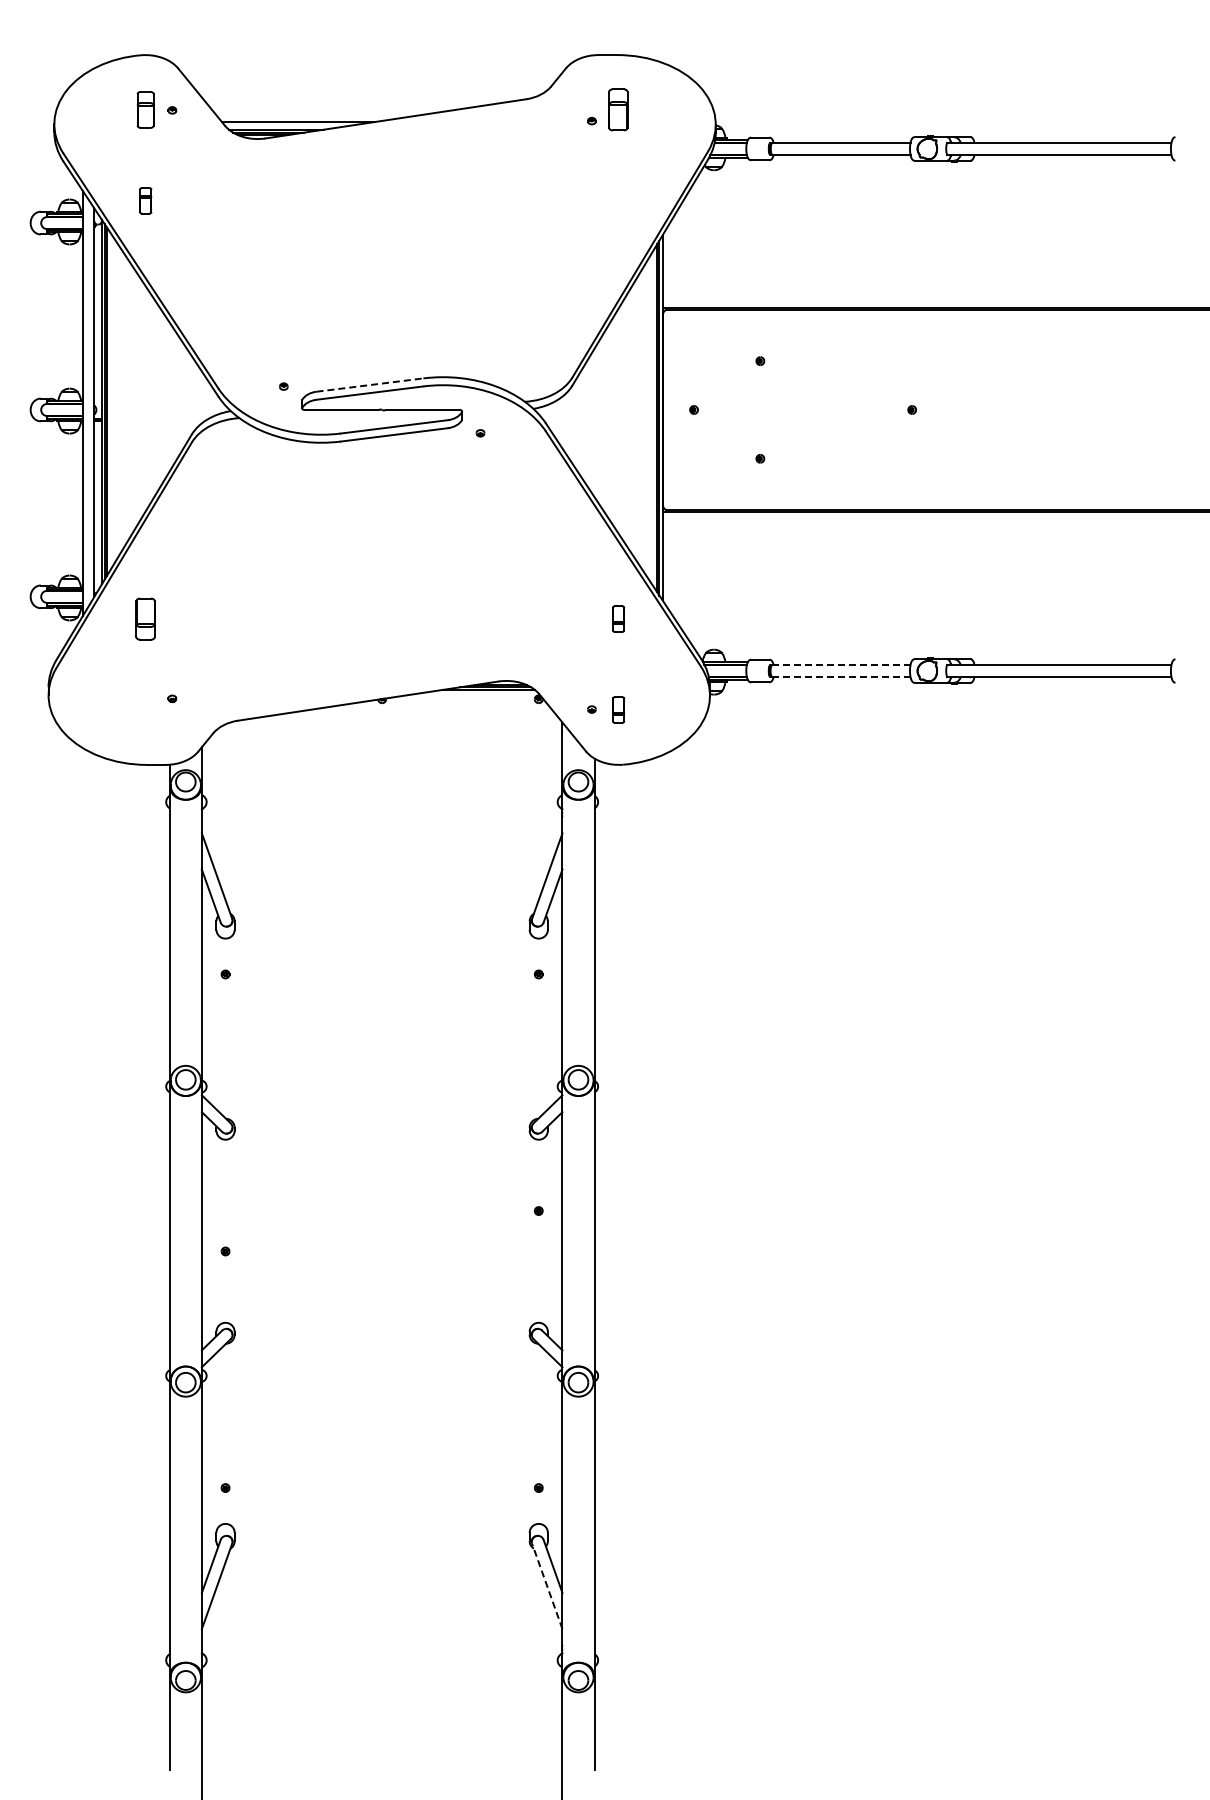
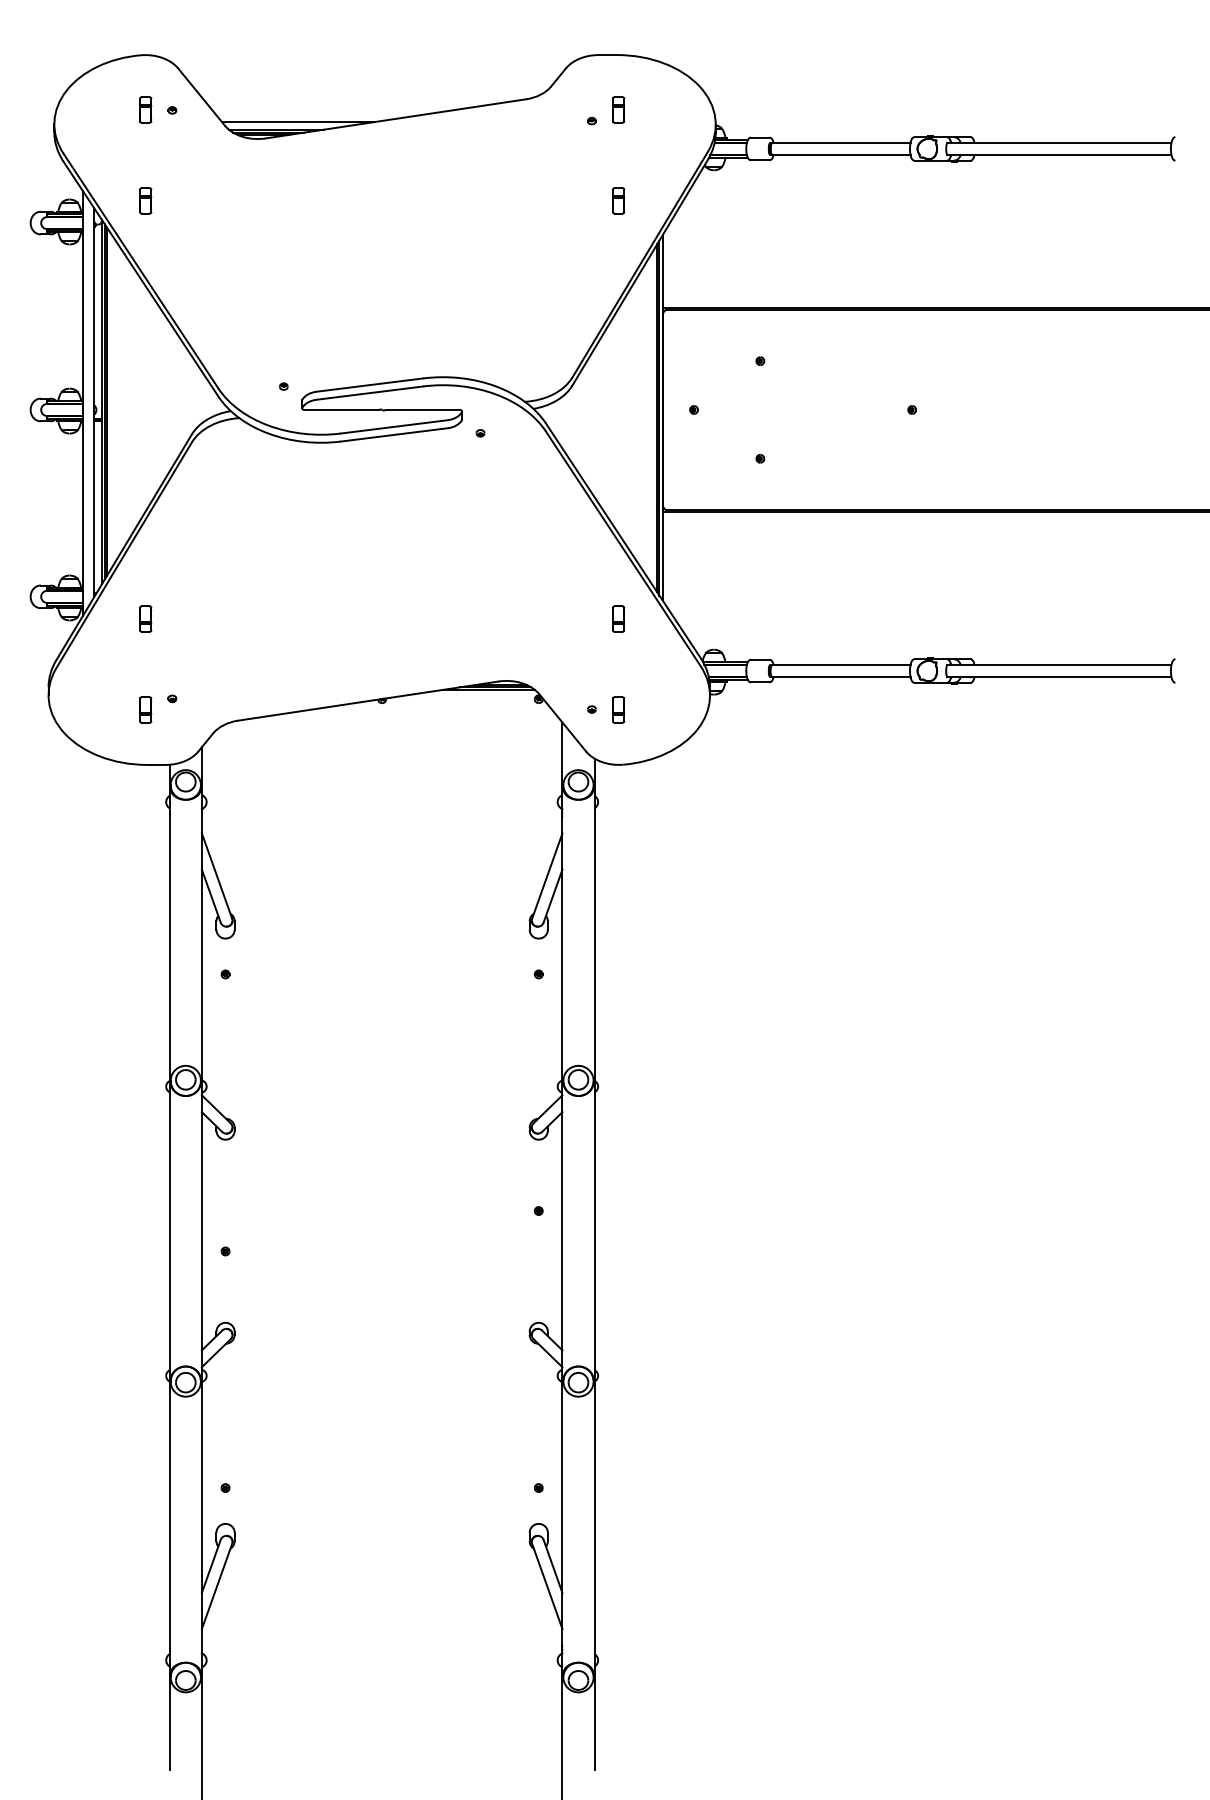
part at (145, 109) size: 19x38 px -> 14x28 px
part at (618, 109) size: 21x44 px -> 14x28 px
part at (618, 200): none -> present
line at (369, 385): dashed -> solid
part at (145, 618) size: 21x44 px -> 14x28 px
line at (841, 664): dashed -> solid
line at (841, 677): dashed -> solid
part at (145, 709): none -> present
line at (547, 1585): dashed -> solid
